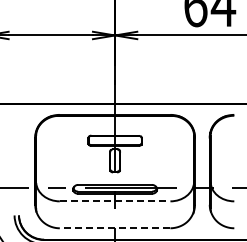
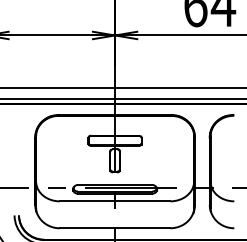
line at (123, 88): none -> present
line at (123, 99): none -> present
line at (115, 201): dashed -> solid
line at (114, 228): dashed -> solid
